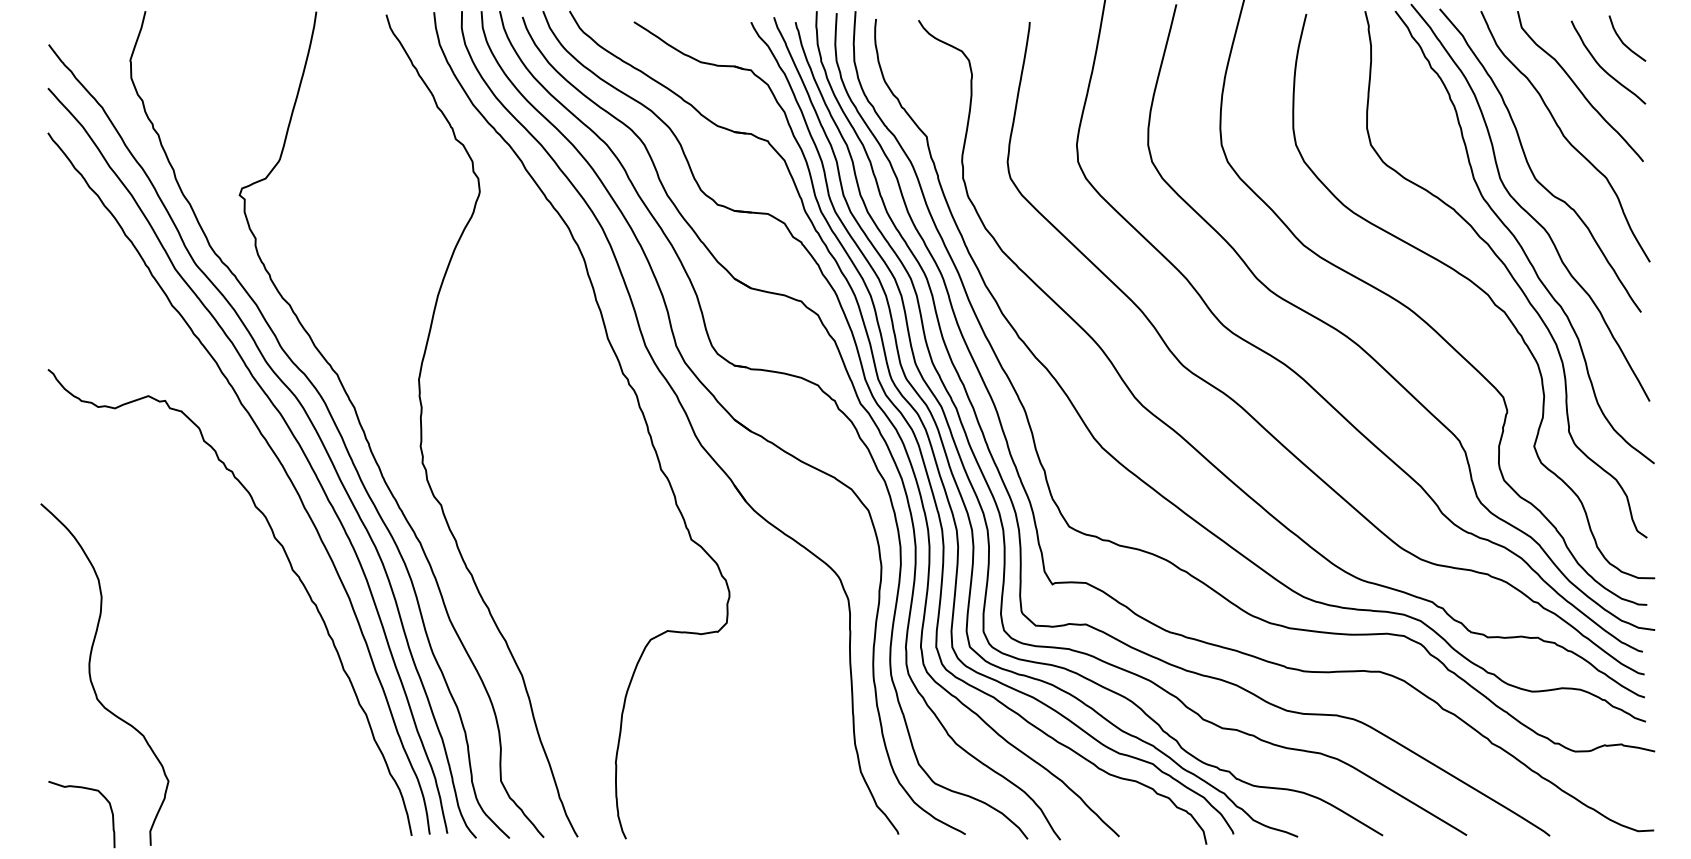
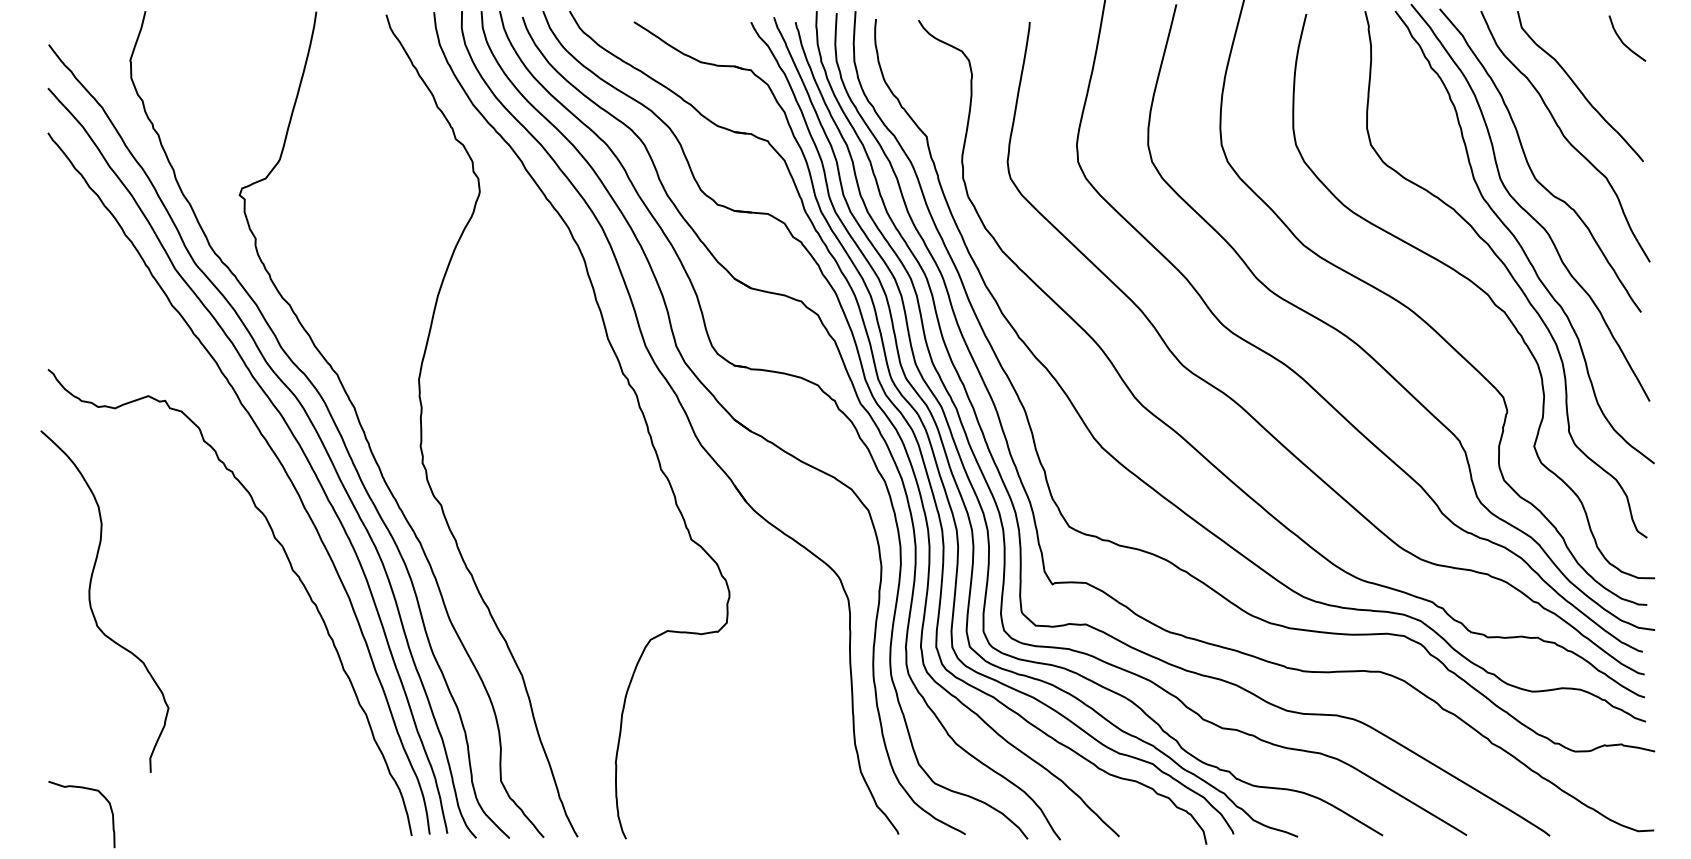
curve at (1602, 67): present -> none
curve at (91, 676) position: (91, 676) -> (91, 603)
